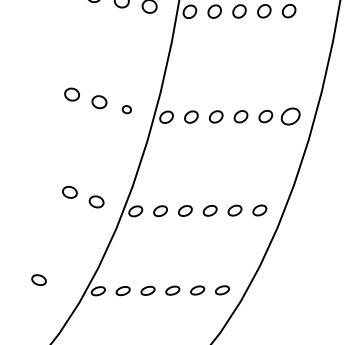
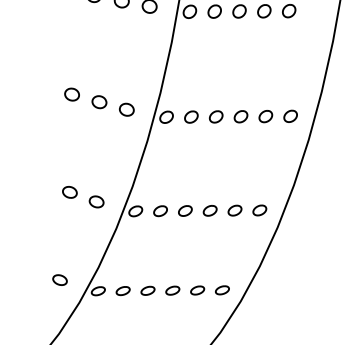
part at (126, 109) size: 11x10 px -> 16x15 px
part at (290, 116) size: 21x19 px -> 15x14 px
part at (38, 279) position: (38, 279) -> (59, 279)
